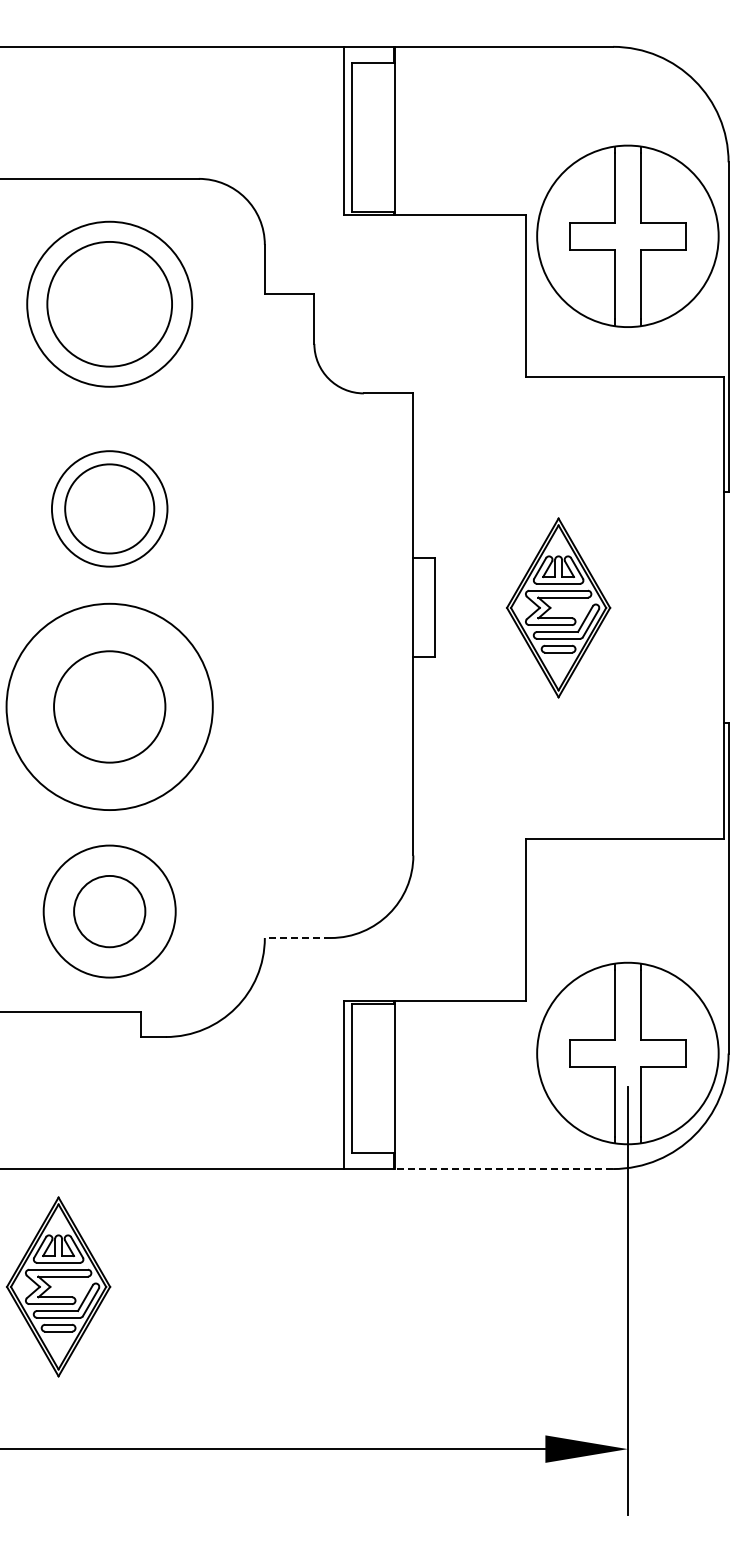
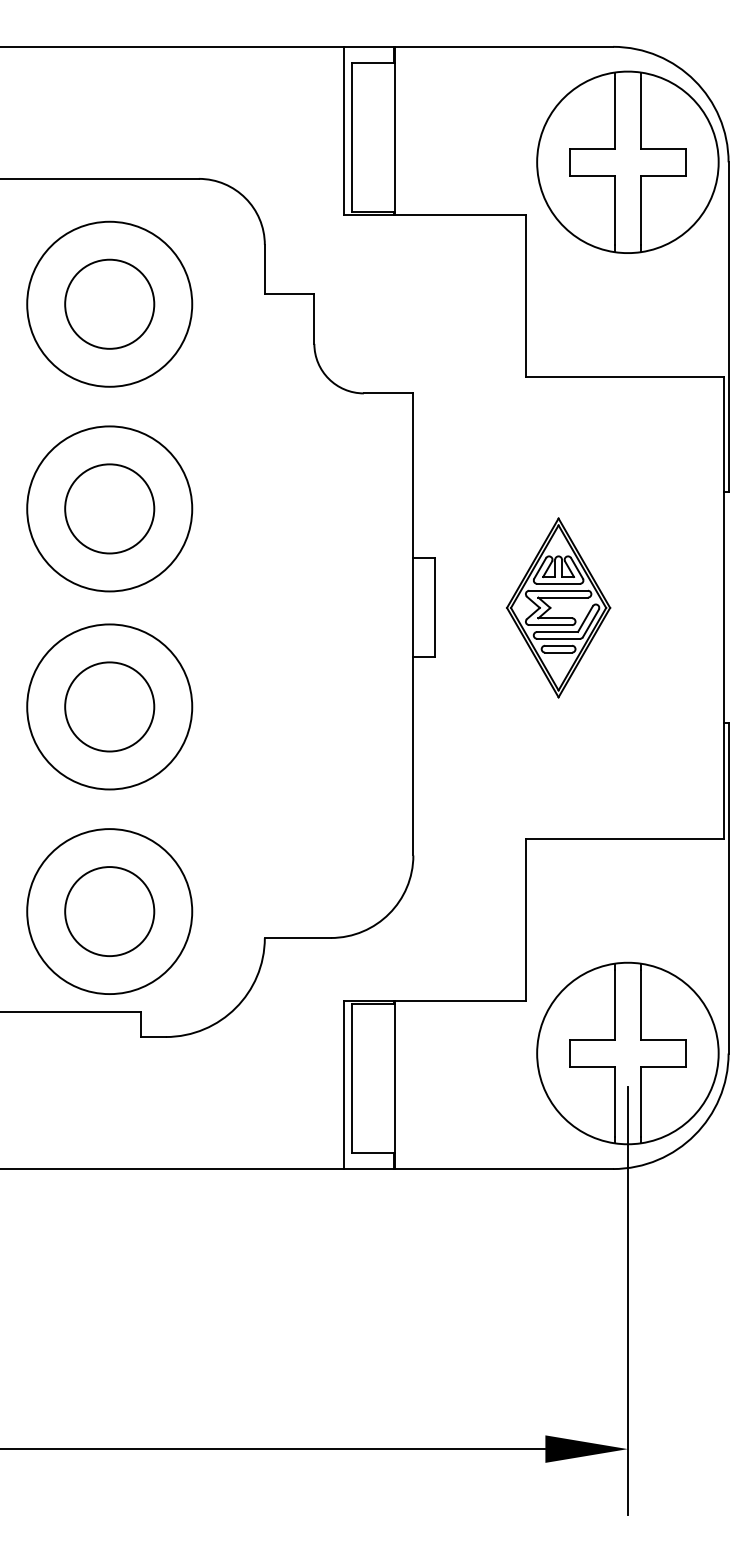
part at (627, 235) position: (627, 235) -> (627, 161)
circle at (109, 303) diameter: 125 px -> 89 px
circle at (109, 508) diameter: 116 px -> 165 px
circle at (109, 706) diameter: 111 px -> 89 px
circle at (109, 706) diameter: 206 px -> 165 px
circle at (109, 911) diameter: 132 px -> 165 px
circle at (109, 911) diameter: 71 px -> 89 px
line at (297, 938): dashed -> solid
line at (504, 1169): dashed -> solid
part at (58, 1286): present -> none
